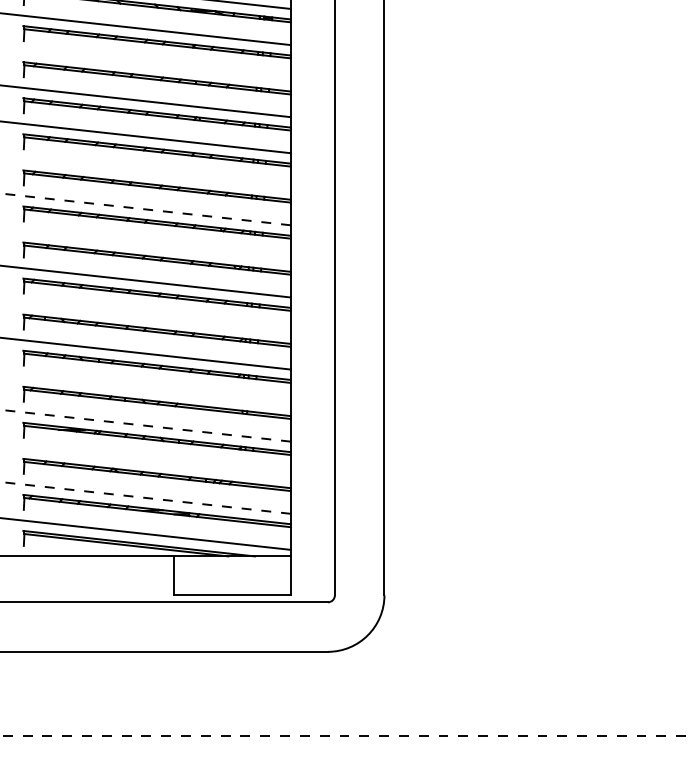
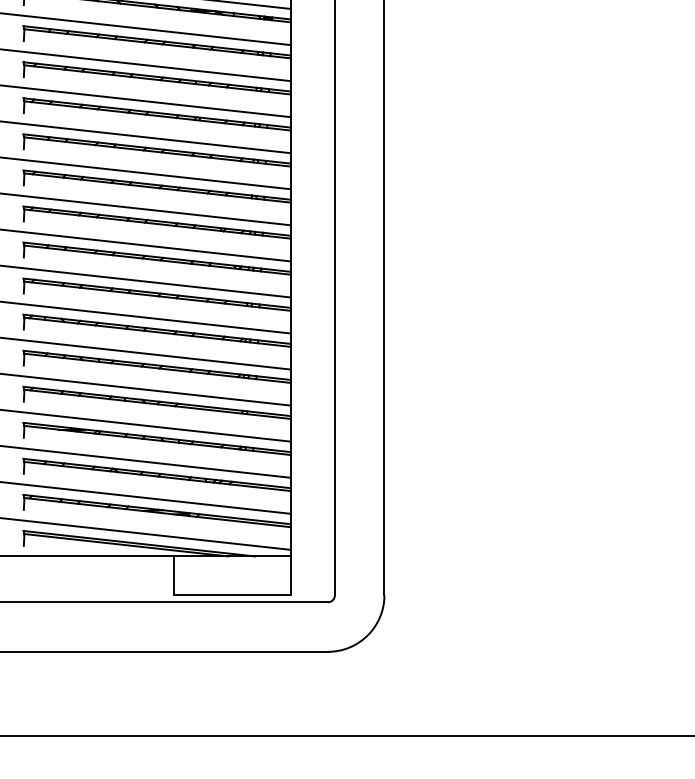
line at (146, 65): none -> present
line at (146, 173): none -> present
line at (144, 209): dashed -> solid
line at (146, 245): none -> present
line at (146, 317): none -> present
line at (146, 389): none -> present
line at (144, 425): dashed -> solid
line at (146, 461): none -> present
line at (144, 497): dashed -> solid
line at (347, 736): dashed -> solid
